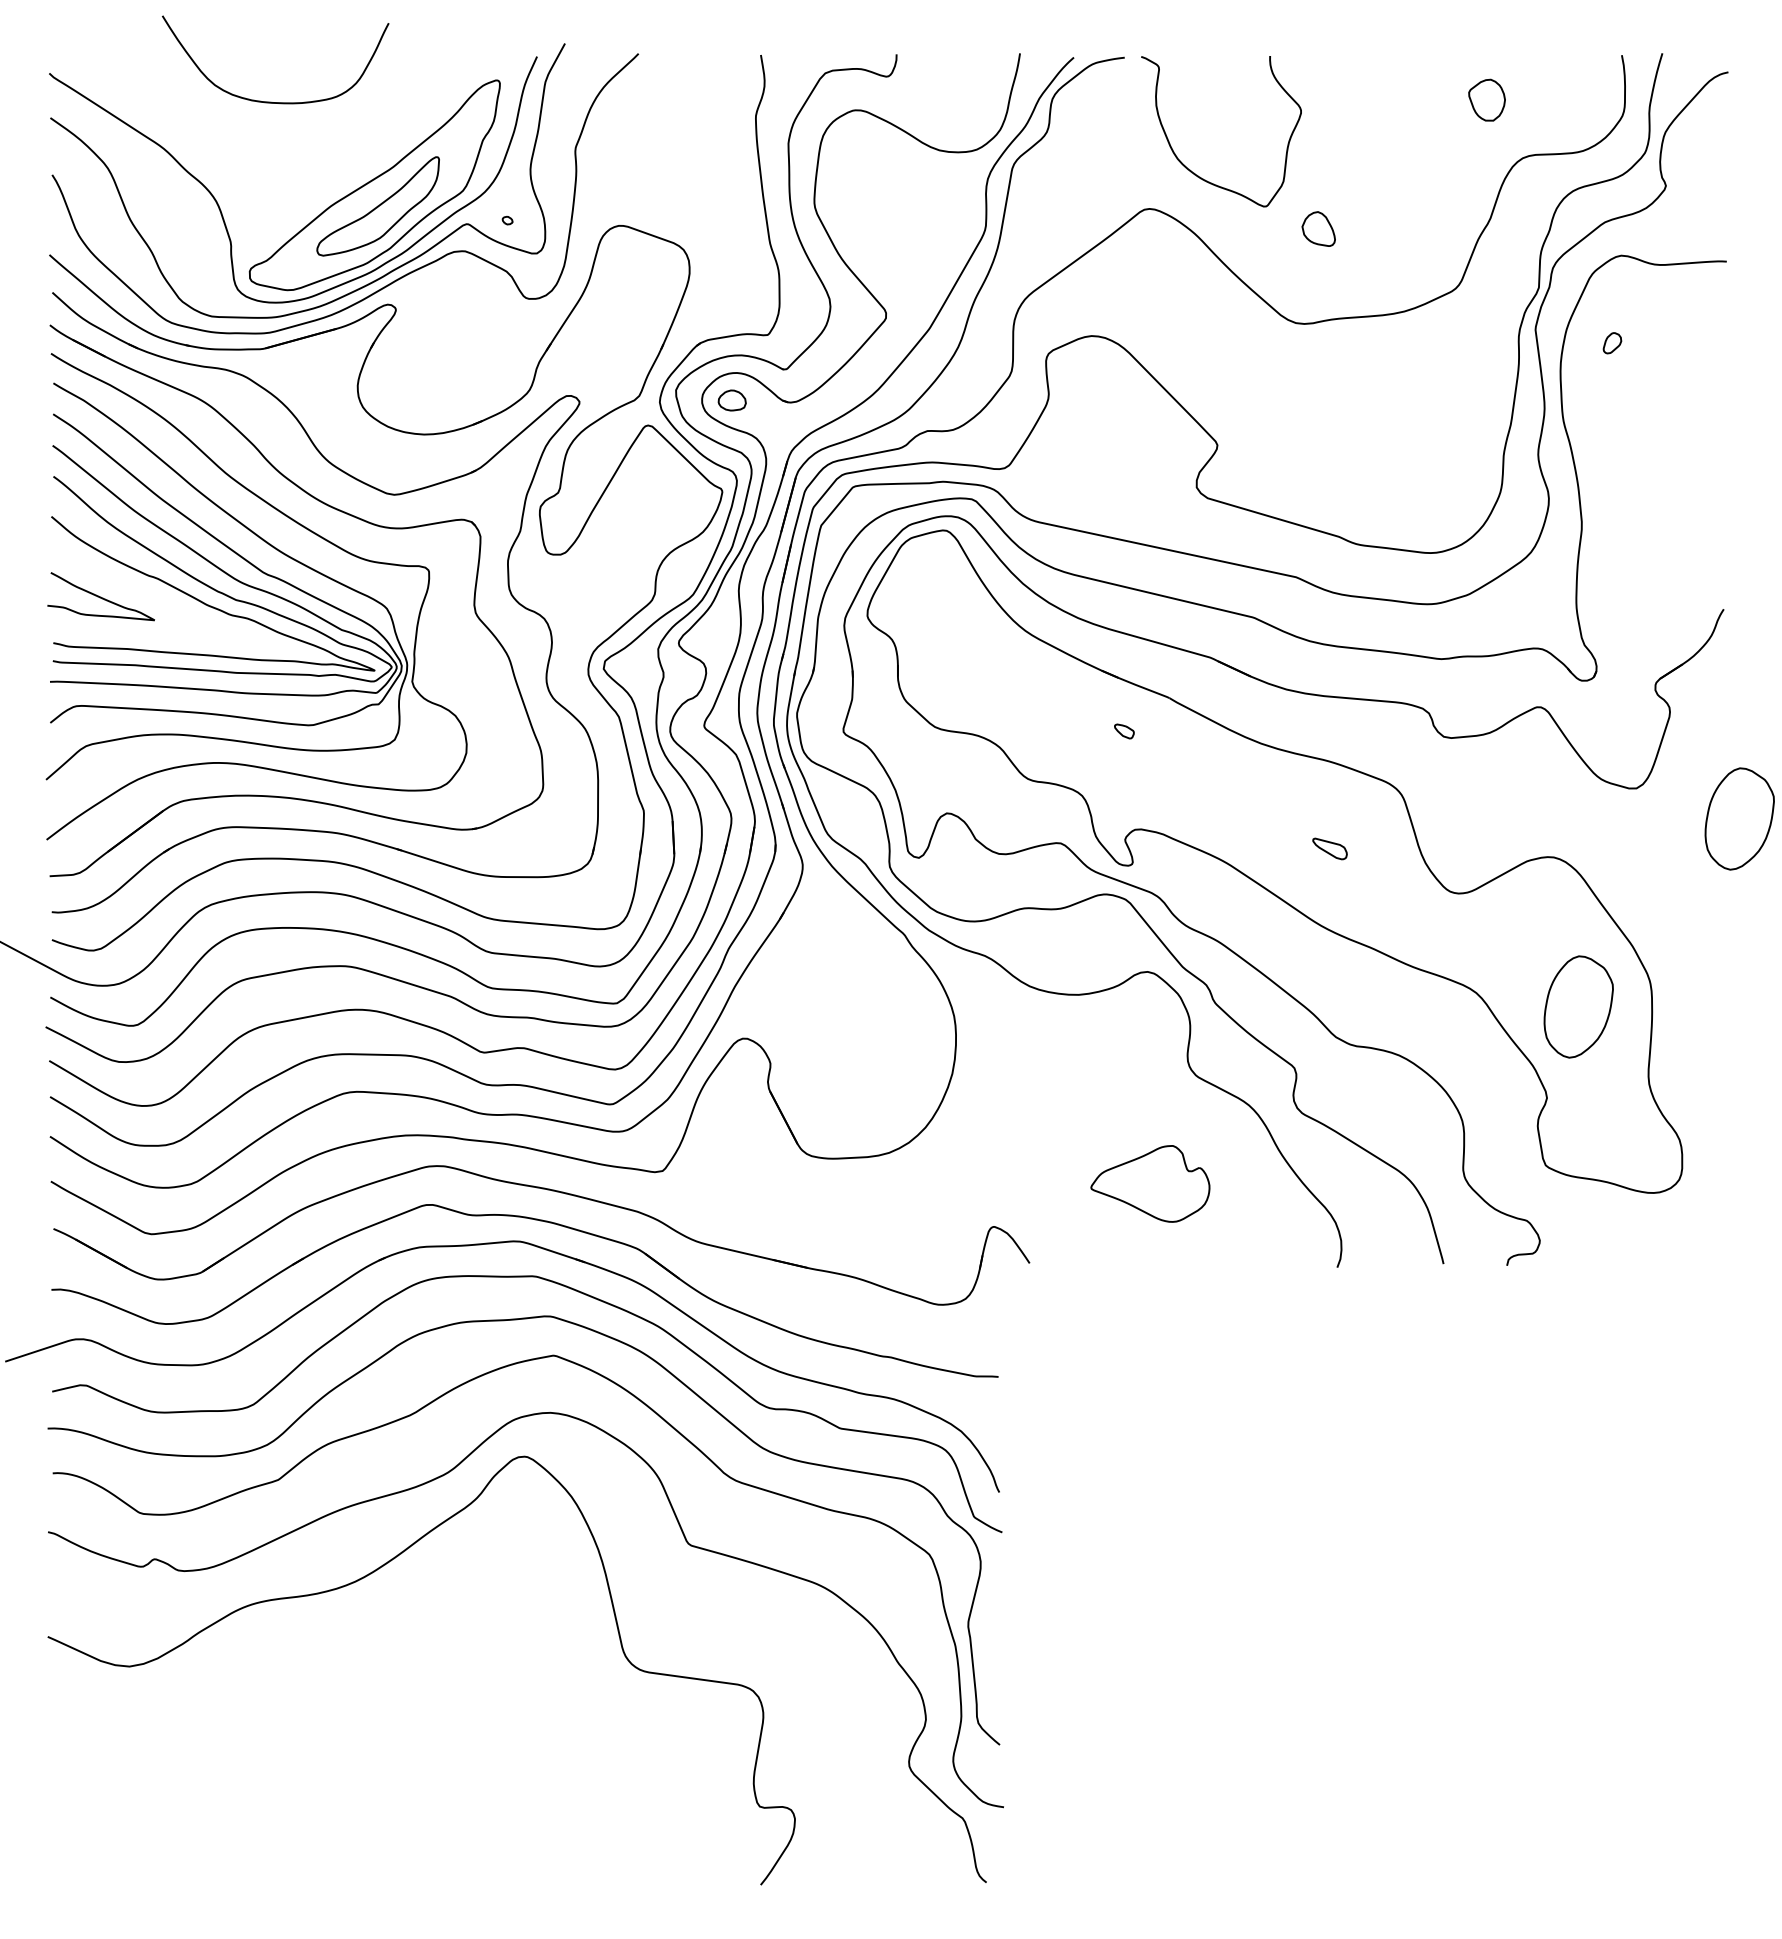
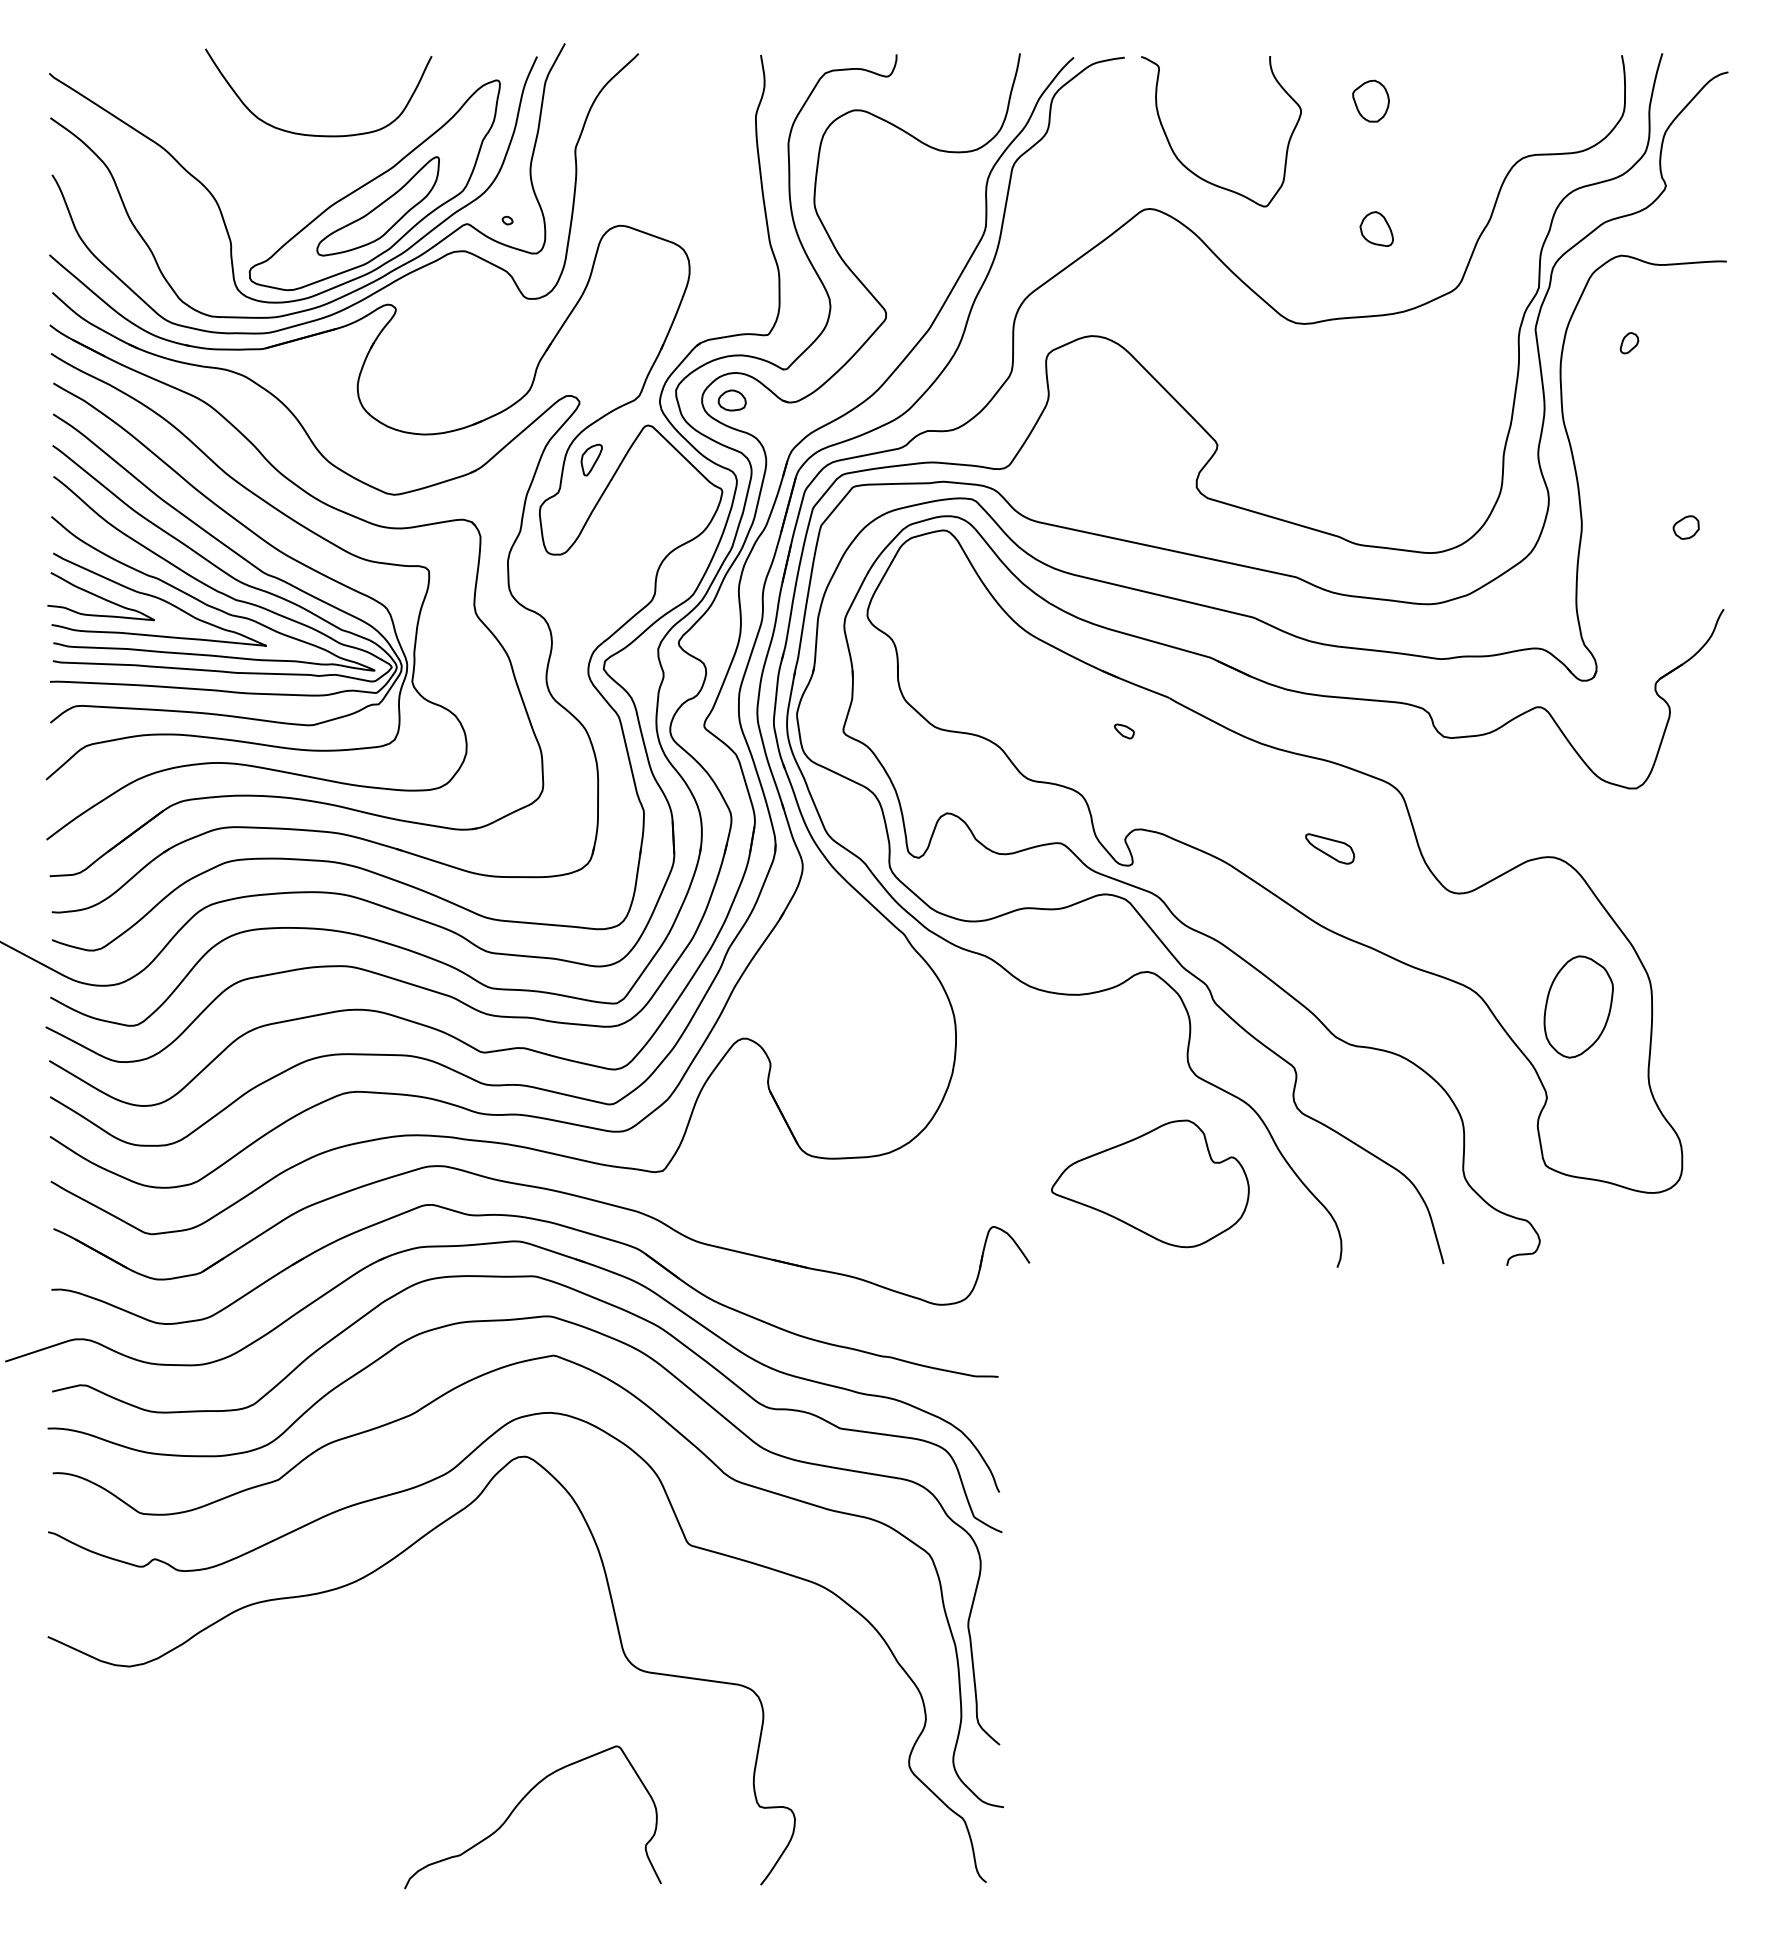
part at (1486, 99) position: (1486, 99) -> (1370, 100)
curve at (271, 101) position: (271, 101) -> (314, 134)
part at (1318, 228) position: (1318, 228) -> (1376, 228)
part at (1612, 343) position: (1612, 343) -> (1629, 343)
part at (591, 459): none -> present
part at (1685, 527): none -> present
curve at (158, 599): none -> present
part at (1739, 818): present -> none
part at (1329, 848) size: 36x24 px -> 50x32 px
part at (1150, 1183) size: 121x78 px -> 199x130 px
curve at (516, 1808): none -> present
